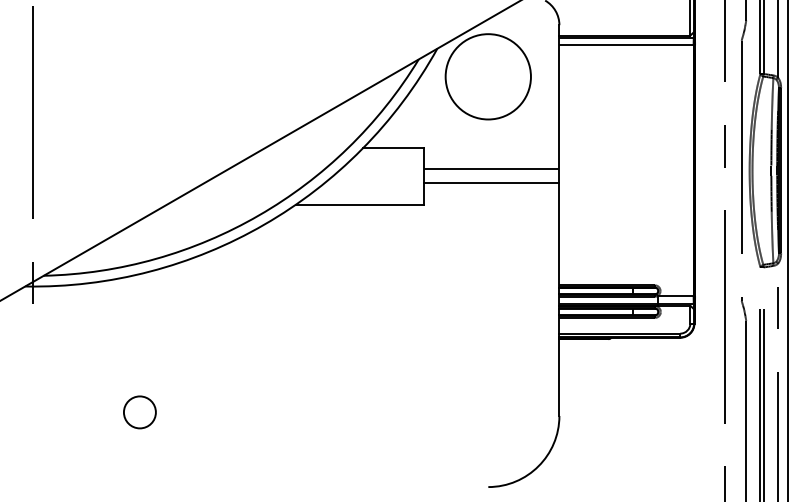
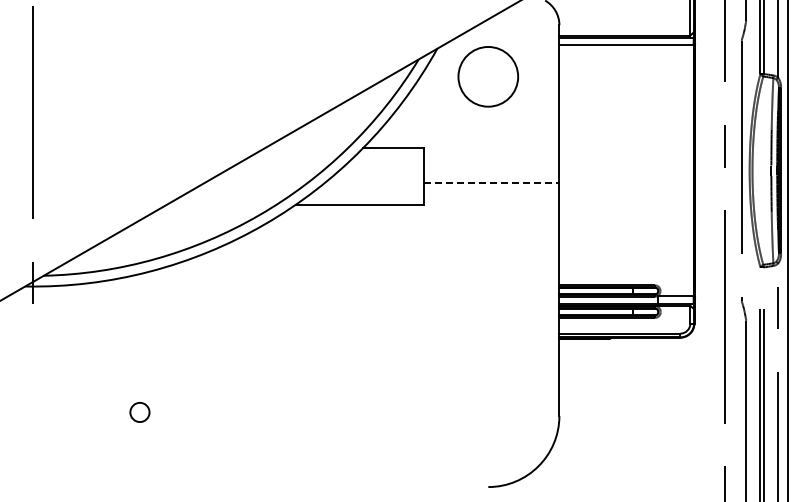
circle at (487, 76) diameter: 85 px -> 60 px
line at (491, 169): present -> none
line at (491, 183): solid -> dashed
circle at (139, 412) size: 34x35 px -> 22x21 px
